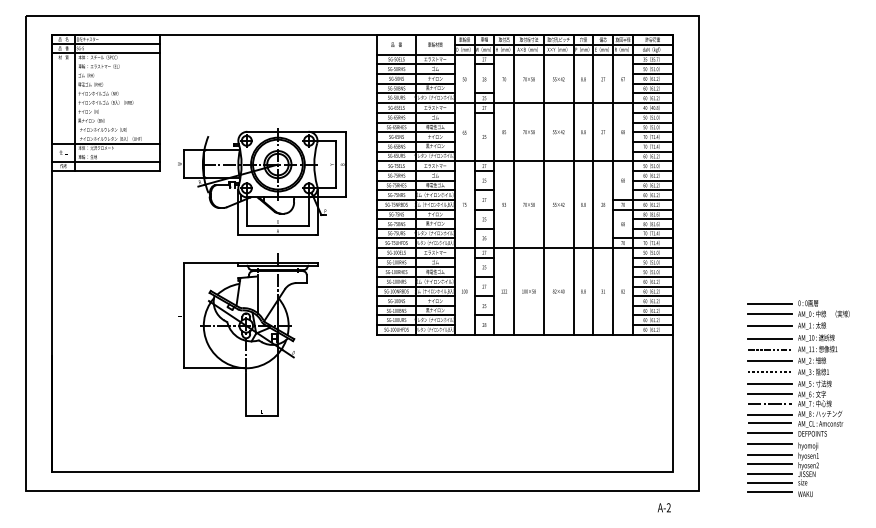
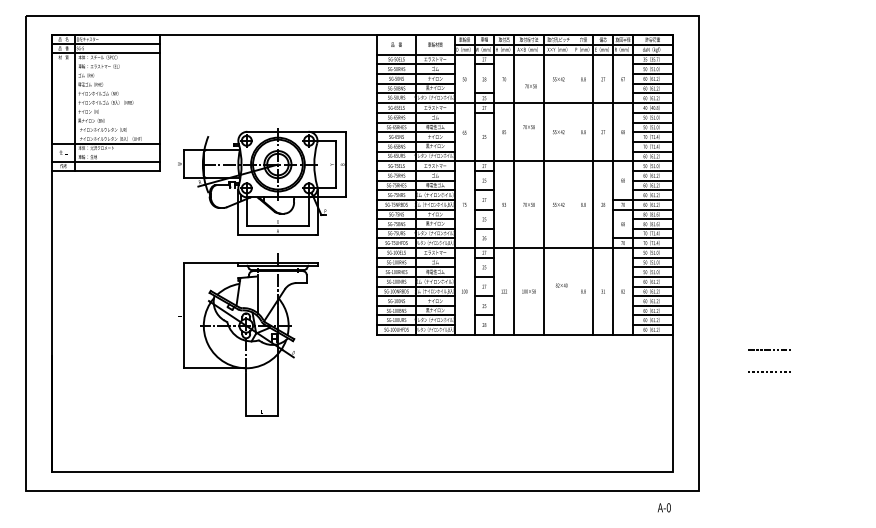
text at (528, 79) position: (528, 79) -> (530, 86)
text at (528, 132) position: (528, 132) -> (528, 127)
line at (573, 184): present -> none
text at (558, 291) position: (558, 291) -> (561, 285)
part at (798, 398): present -> none
text at (668, 507): A-2 -> A-0
